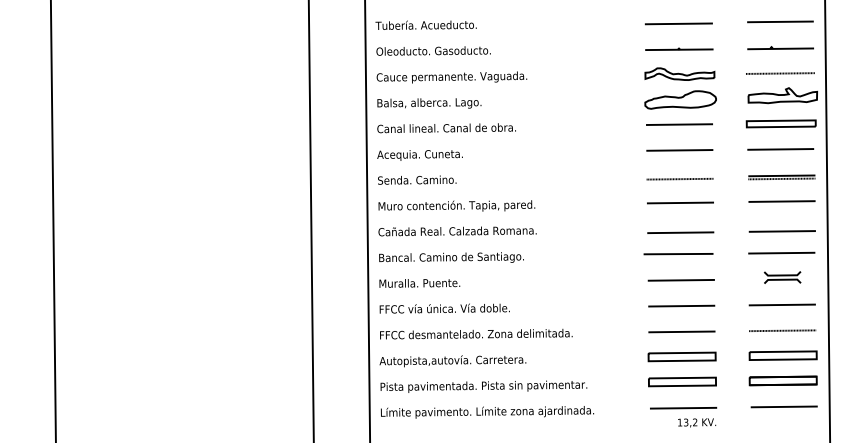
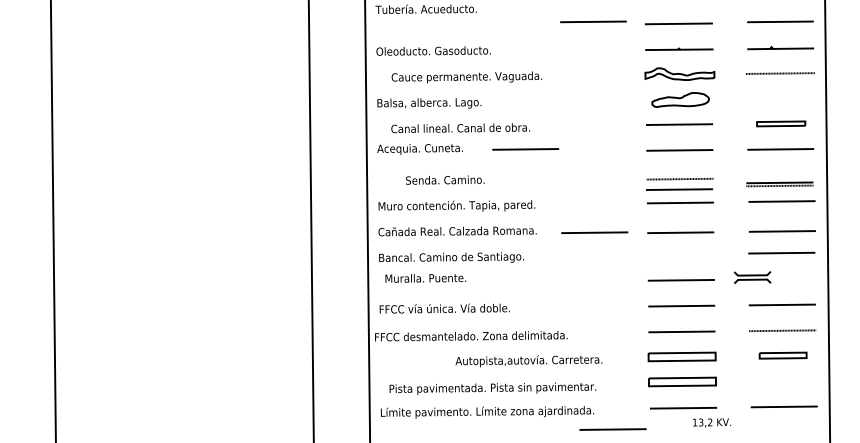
line at (593, 21): none -> present
text at (425, 24) position: (425, 24) -> (425, 8)
text at (451, 77) position: (451, 77) -> (466, 77)
part at (782, 95): present -> none
part at (680, 99) size: 73x20 px -> 59x16 px
part at (780, 123) size: 72x10 px -> 51x8 px
text at (446, 128) position: (446, 128) -> (460, 128)
line at (525, 149): none -> present
text at (419, 155) position: (419, 155) -> (419, 149)
part at (781, 177) position: (781, 177) -> (779, 184)
text at (417, 179) position: (417, 179) -> (445, 179)
line at (679, 189): none -> present
line at (594, 232): none -> present
line at (678, 254): present -> none
part at (782, 277) position: (782, 277) -> (752, 277)
text at (419, 283) position: (419, 283) -> (425, 278)
text at (476, 334) position: (476, 334) -> (471, 336)
part at (782, 355) size: 70x11 px -> 50x9 px
text at (452, 361) position: (452, 361) -> (528, 361)
part at (782, 380): present -> none
text at (483, 386) position: (483, 386) -> (492, 388)
text at (697, 422) position: (697, 422) -> (712, 422)
line at (612, 429): none -> present
